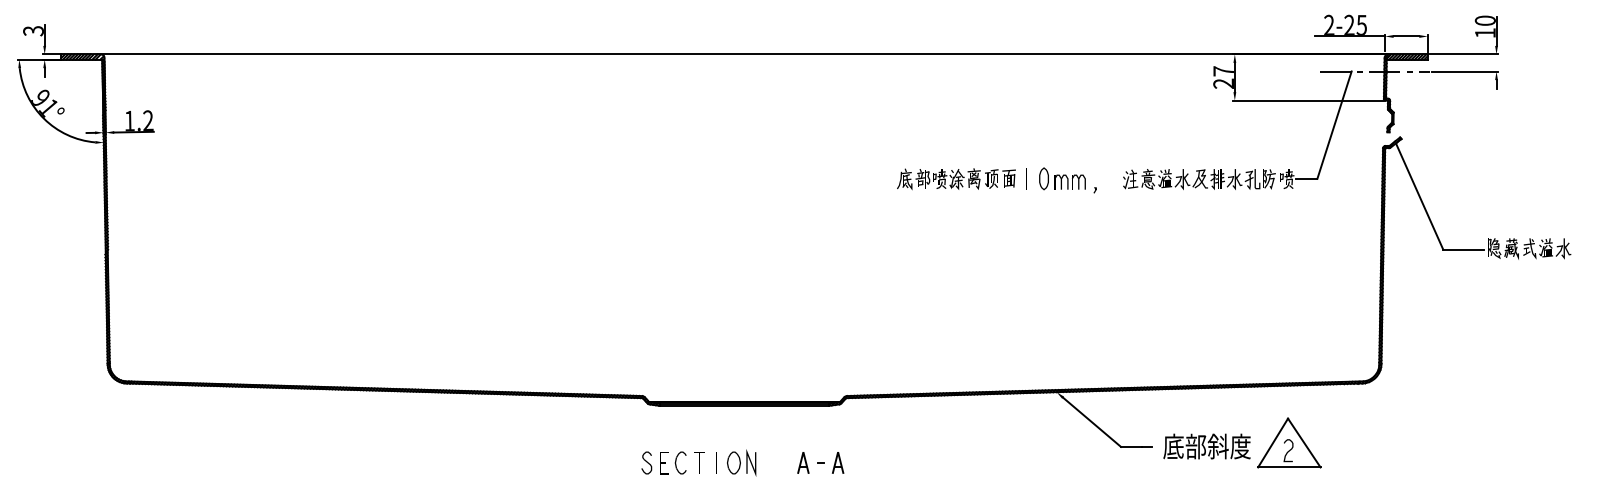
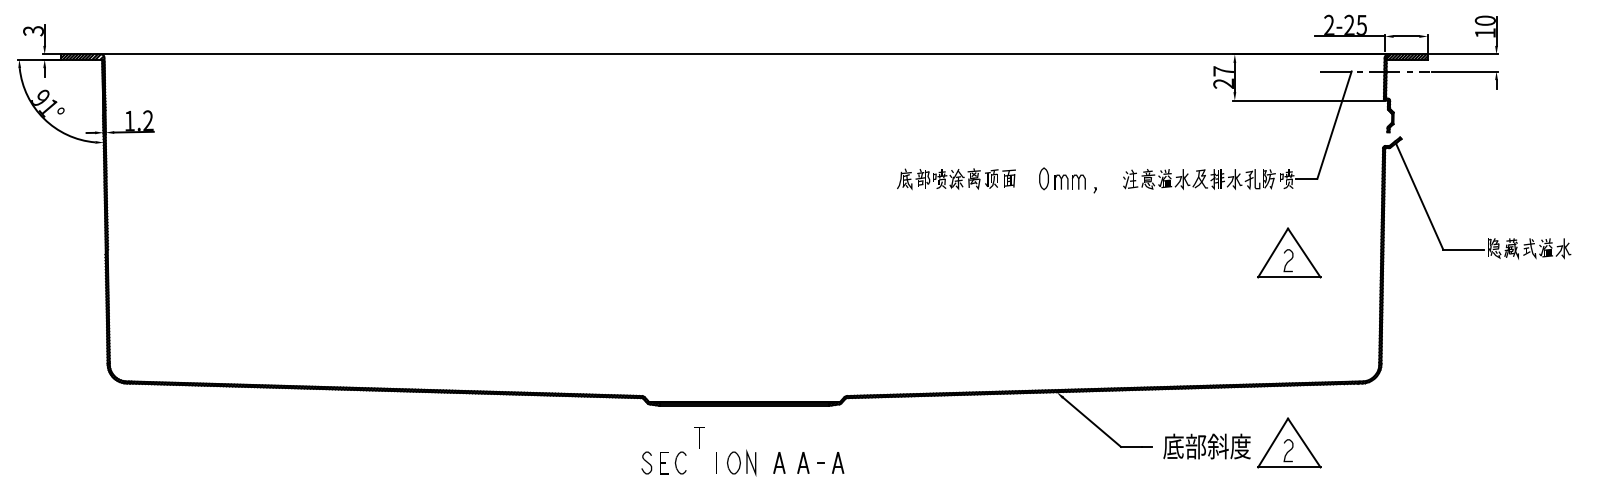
line at (1026, 178): present -> none
part at (1289, 252): none -> present
part at (699, 462) position: (699, 462) -> (699, 437)
part at (779, 462): none -> present
